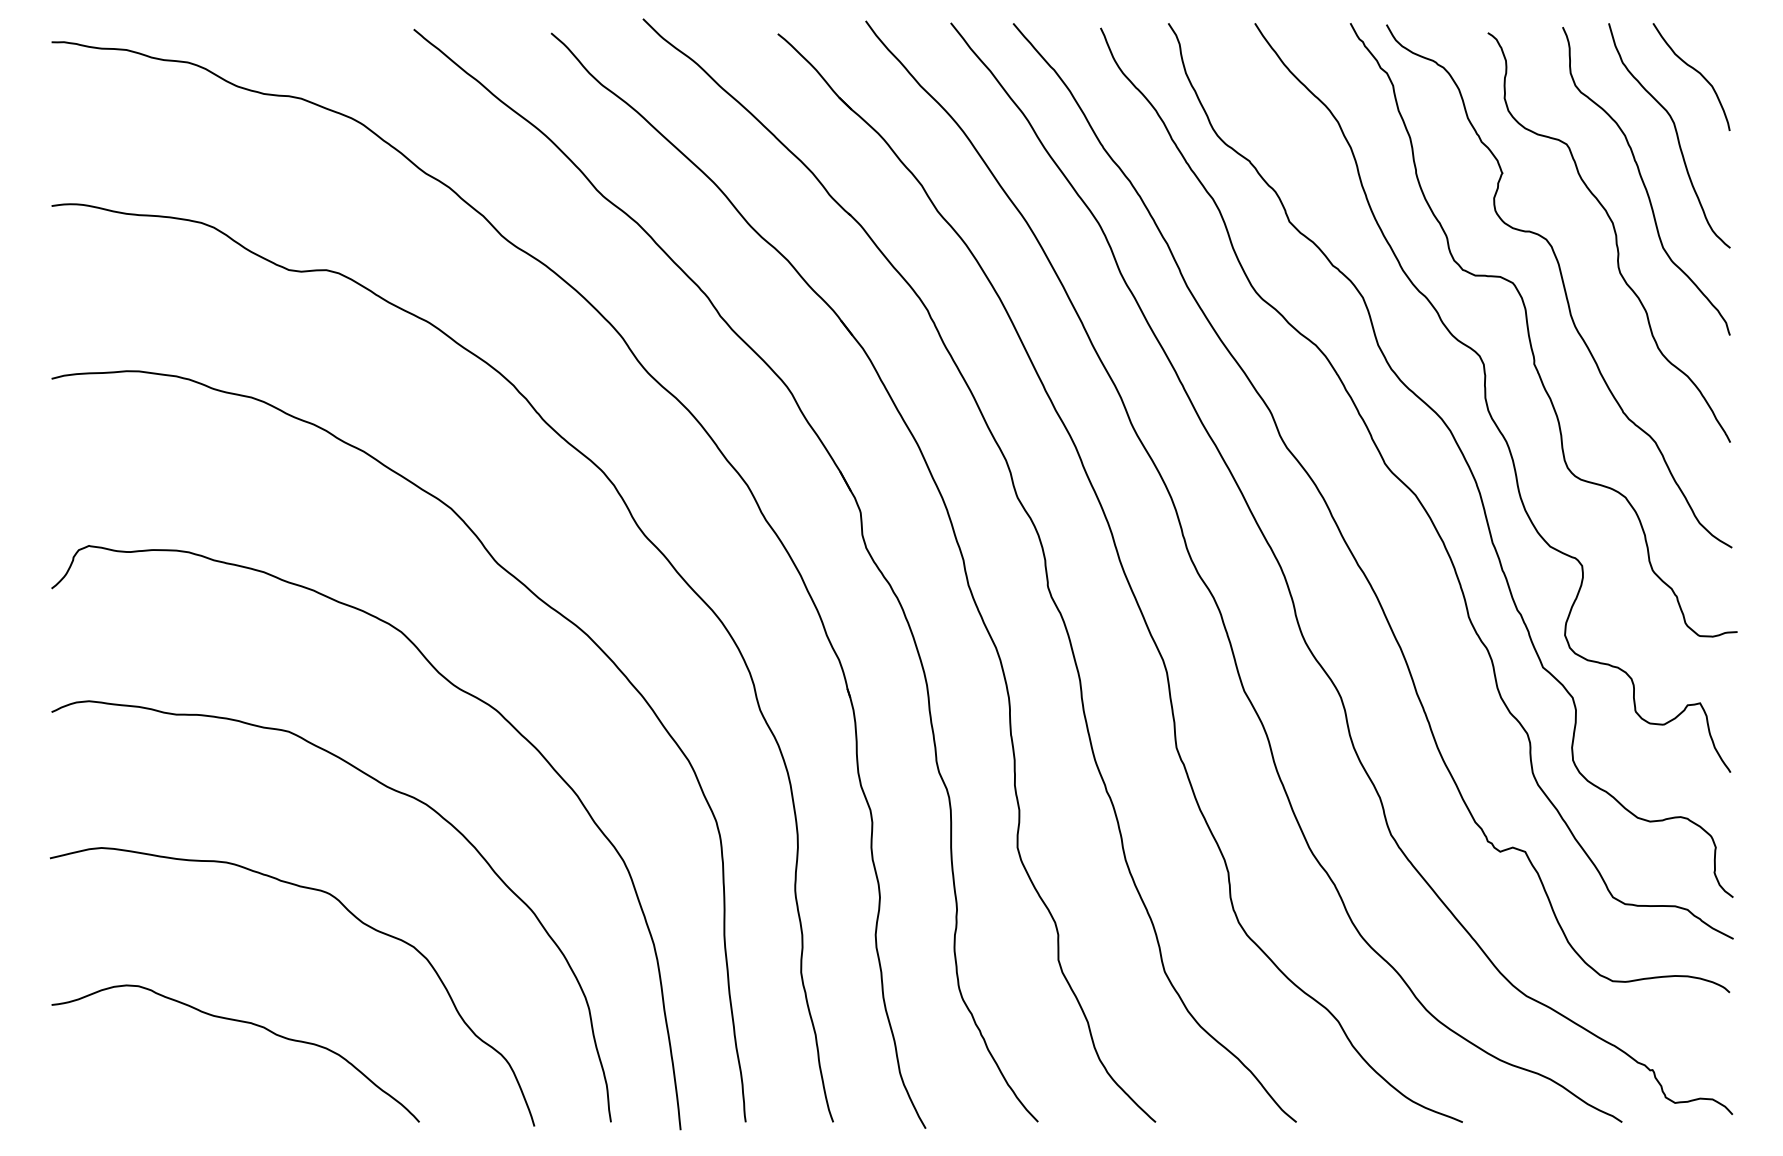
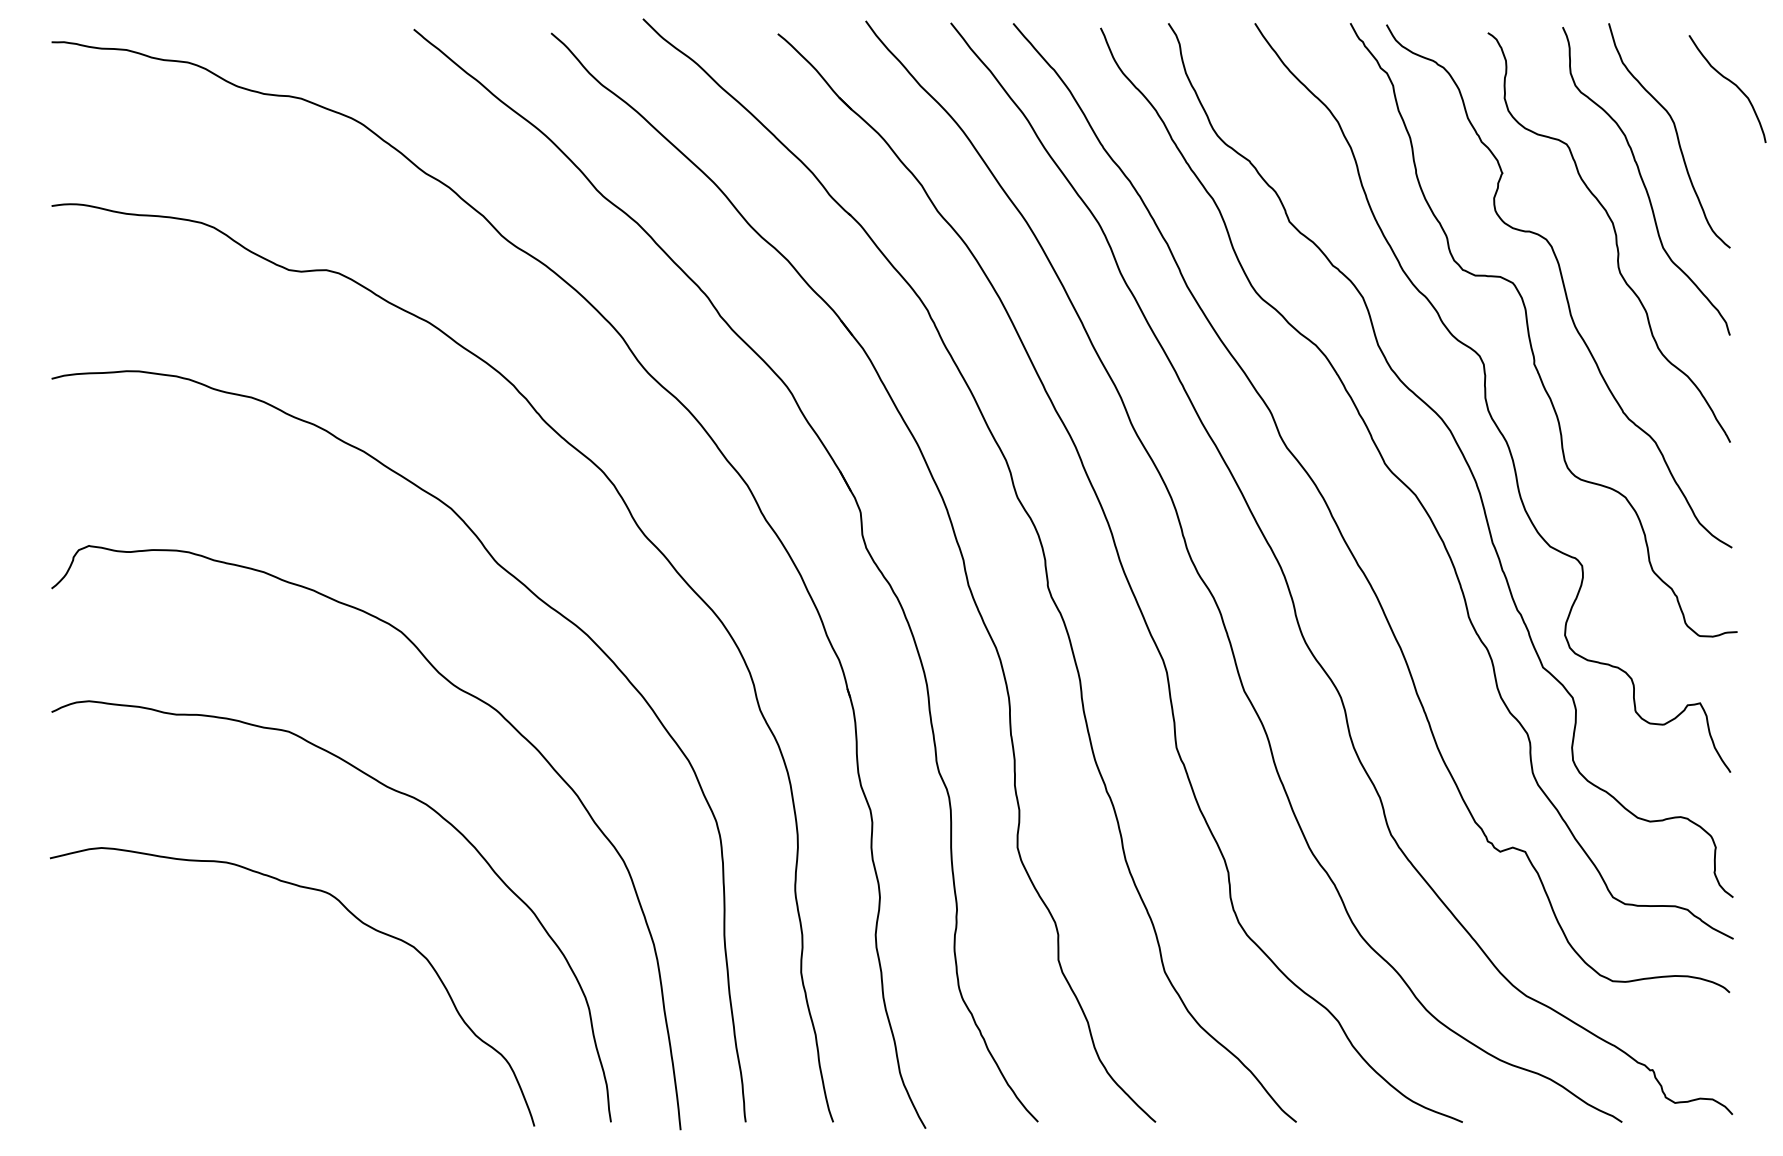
curve at (1695, 71) position: (1695, 71) -> (1731, 83)
curve at (241, 1022): present -> none
